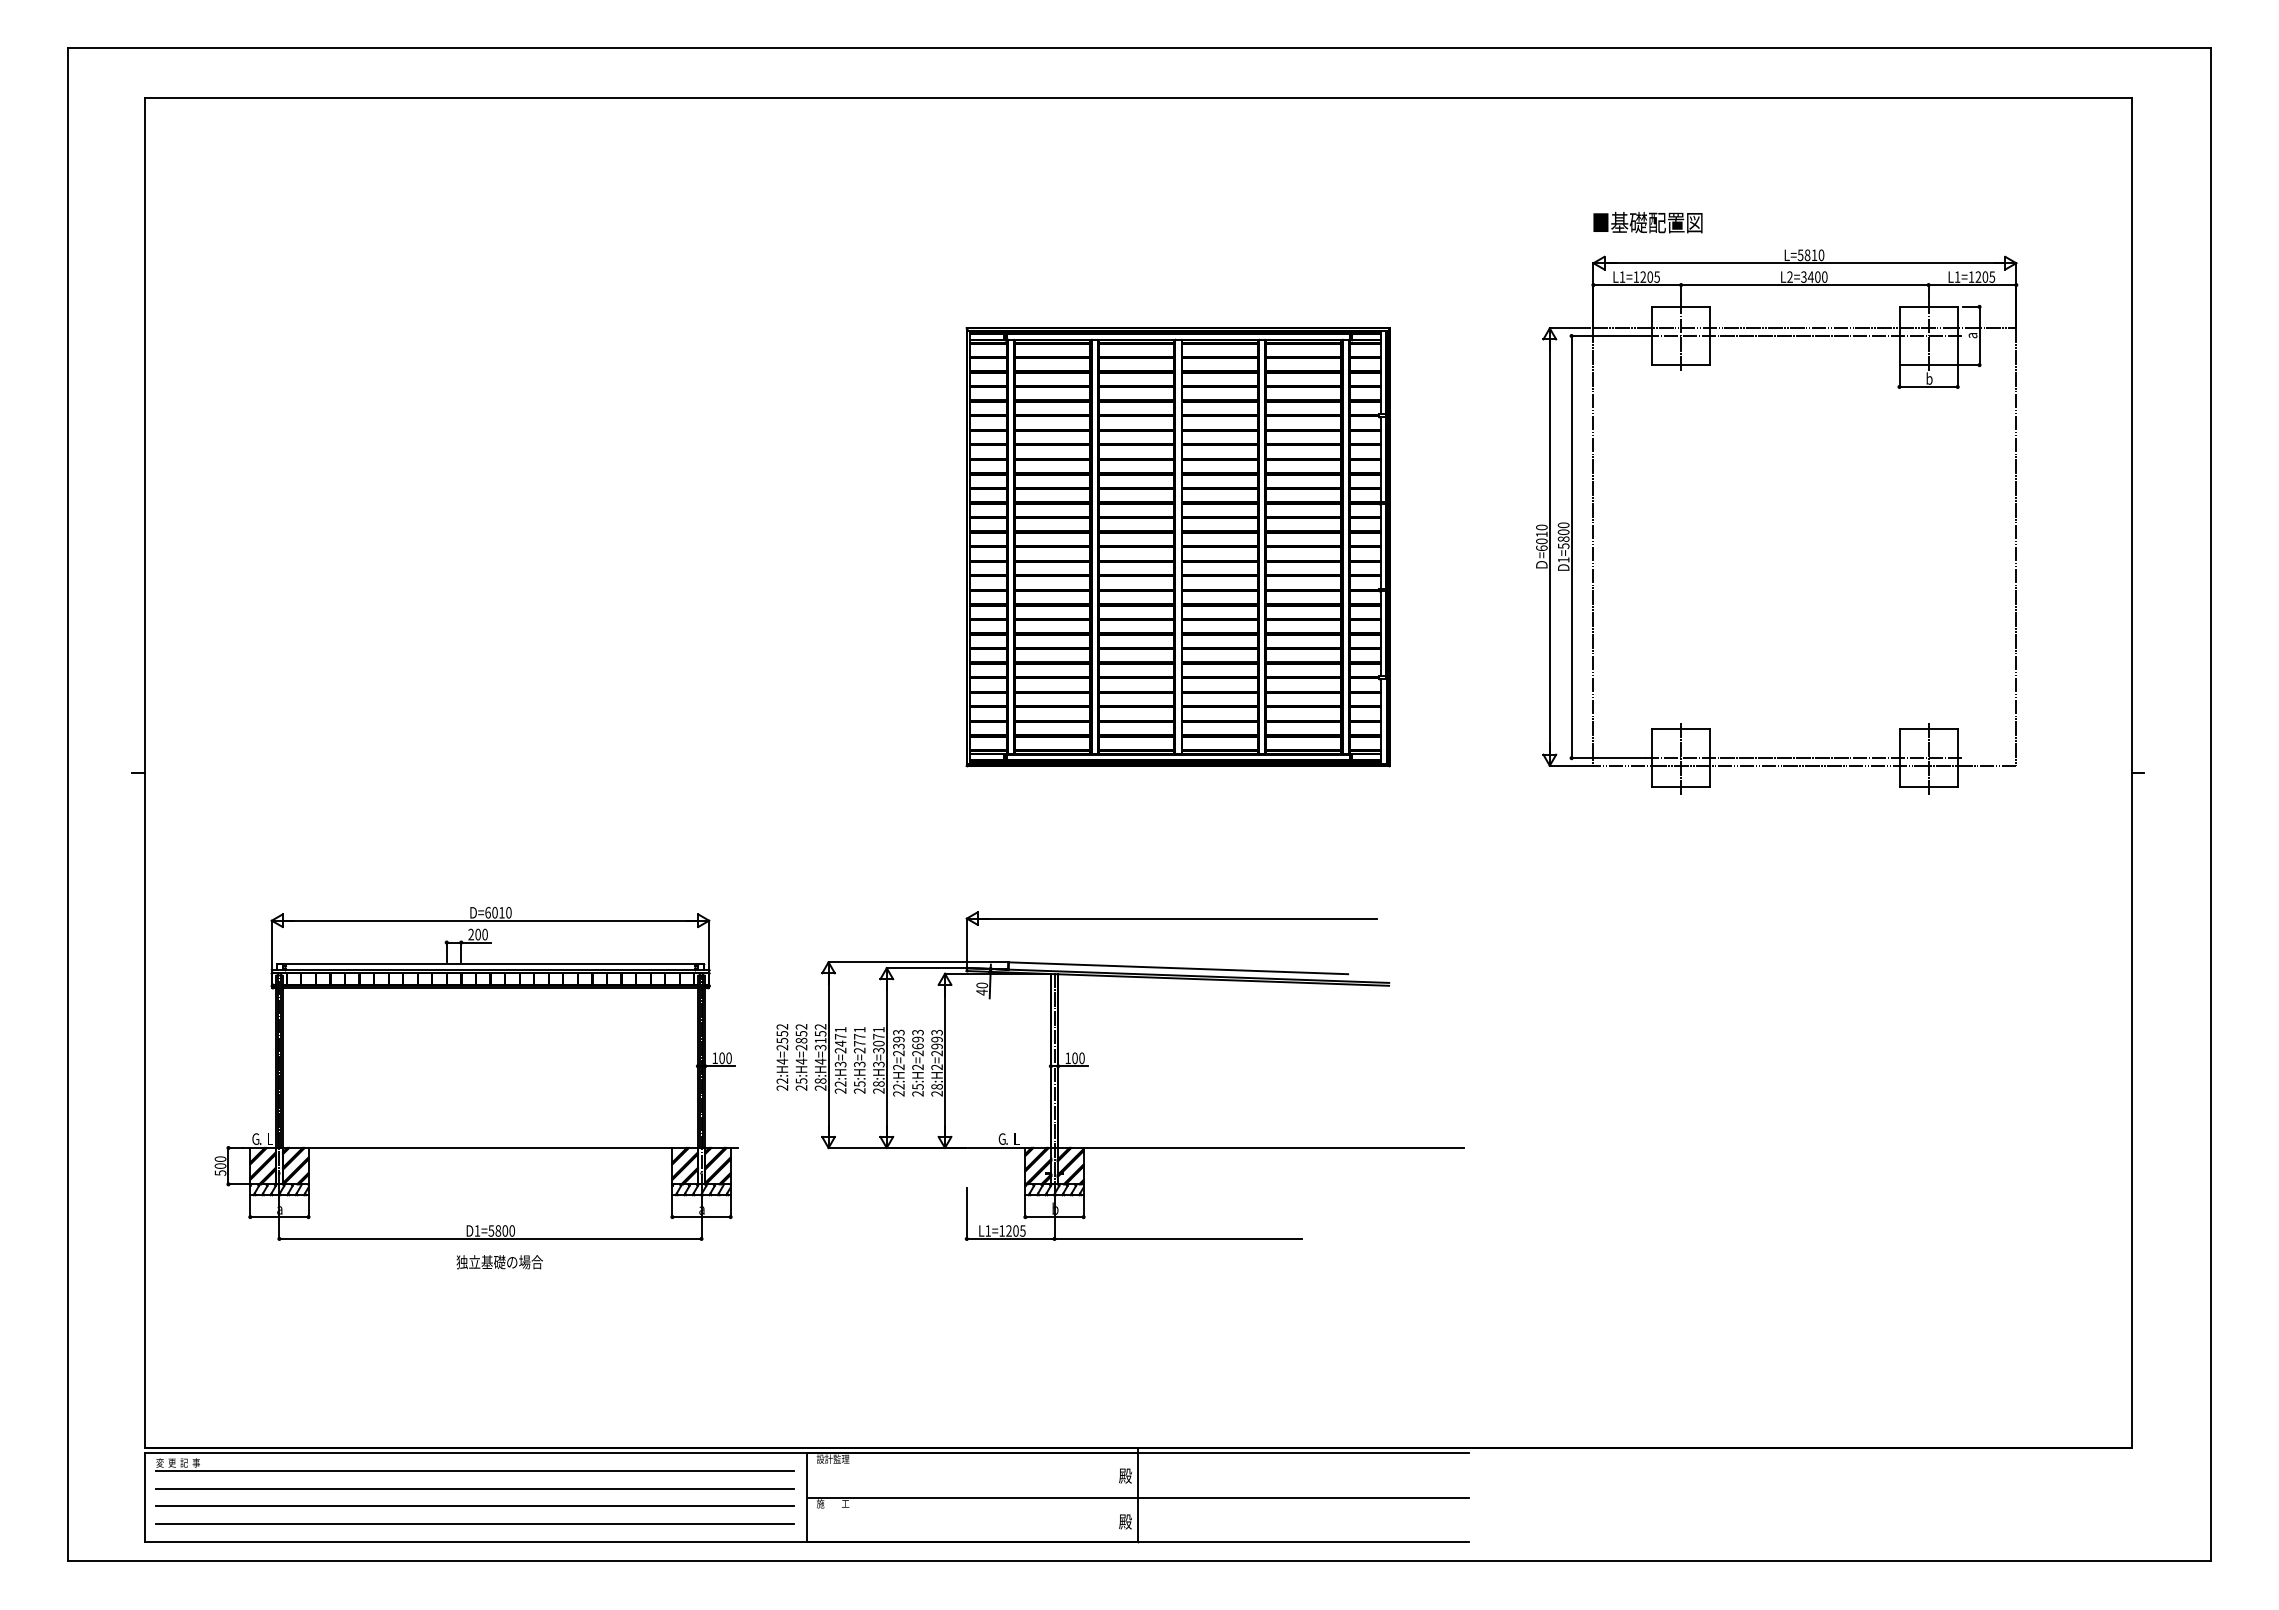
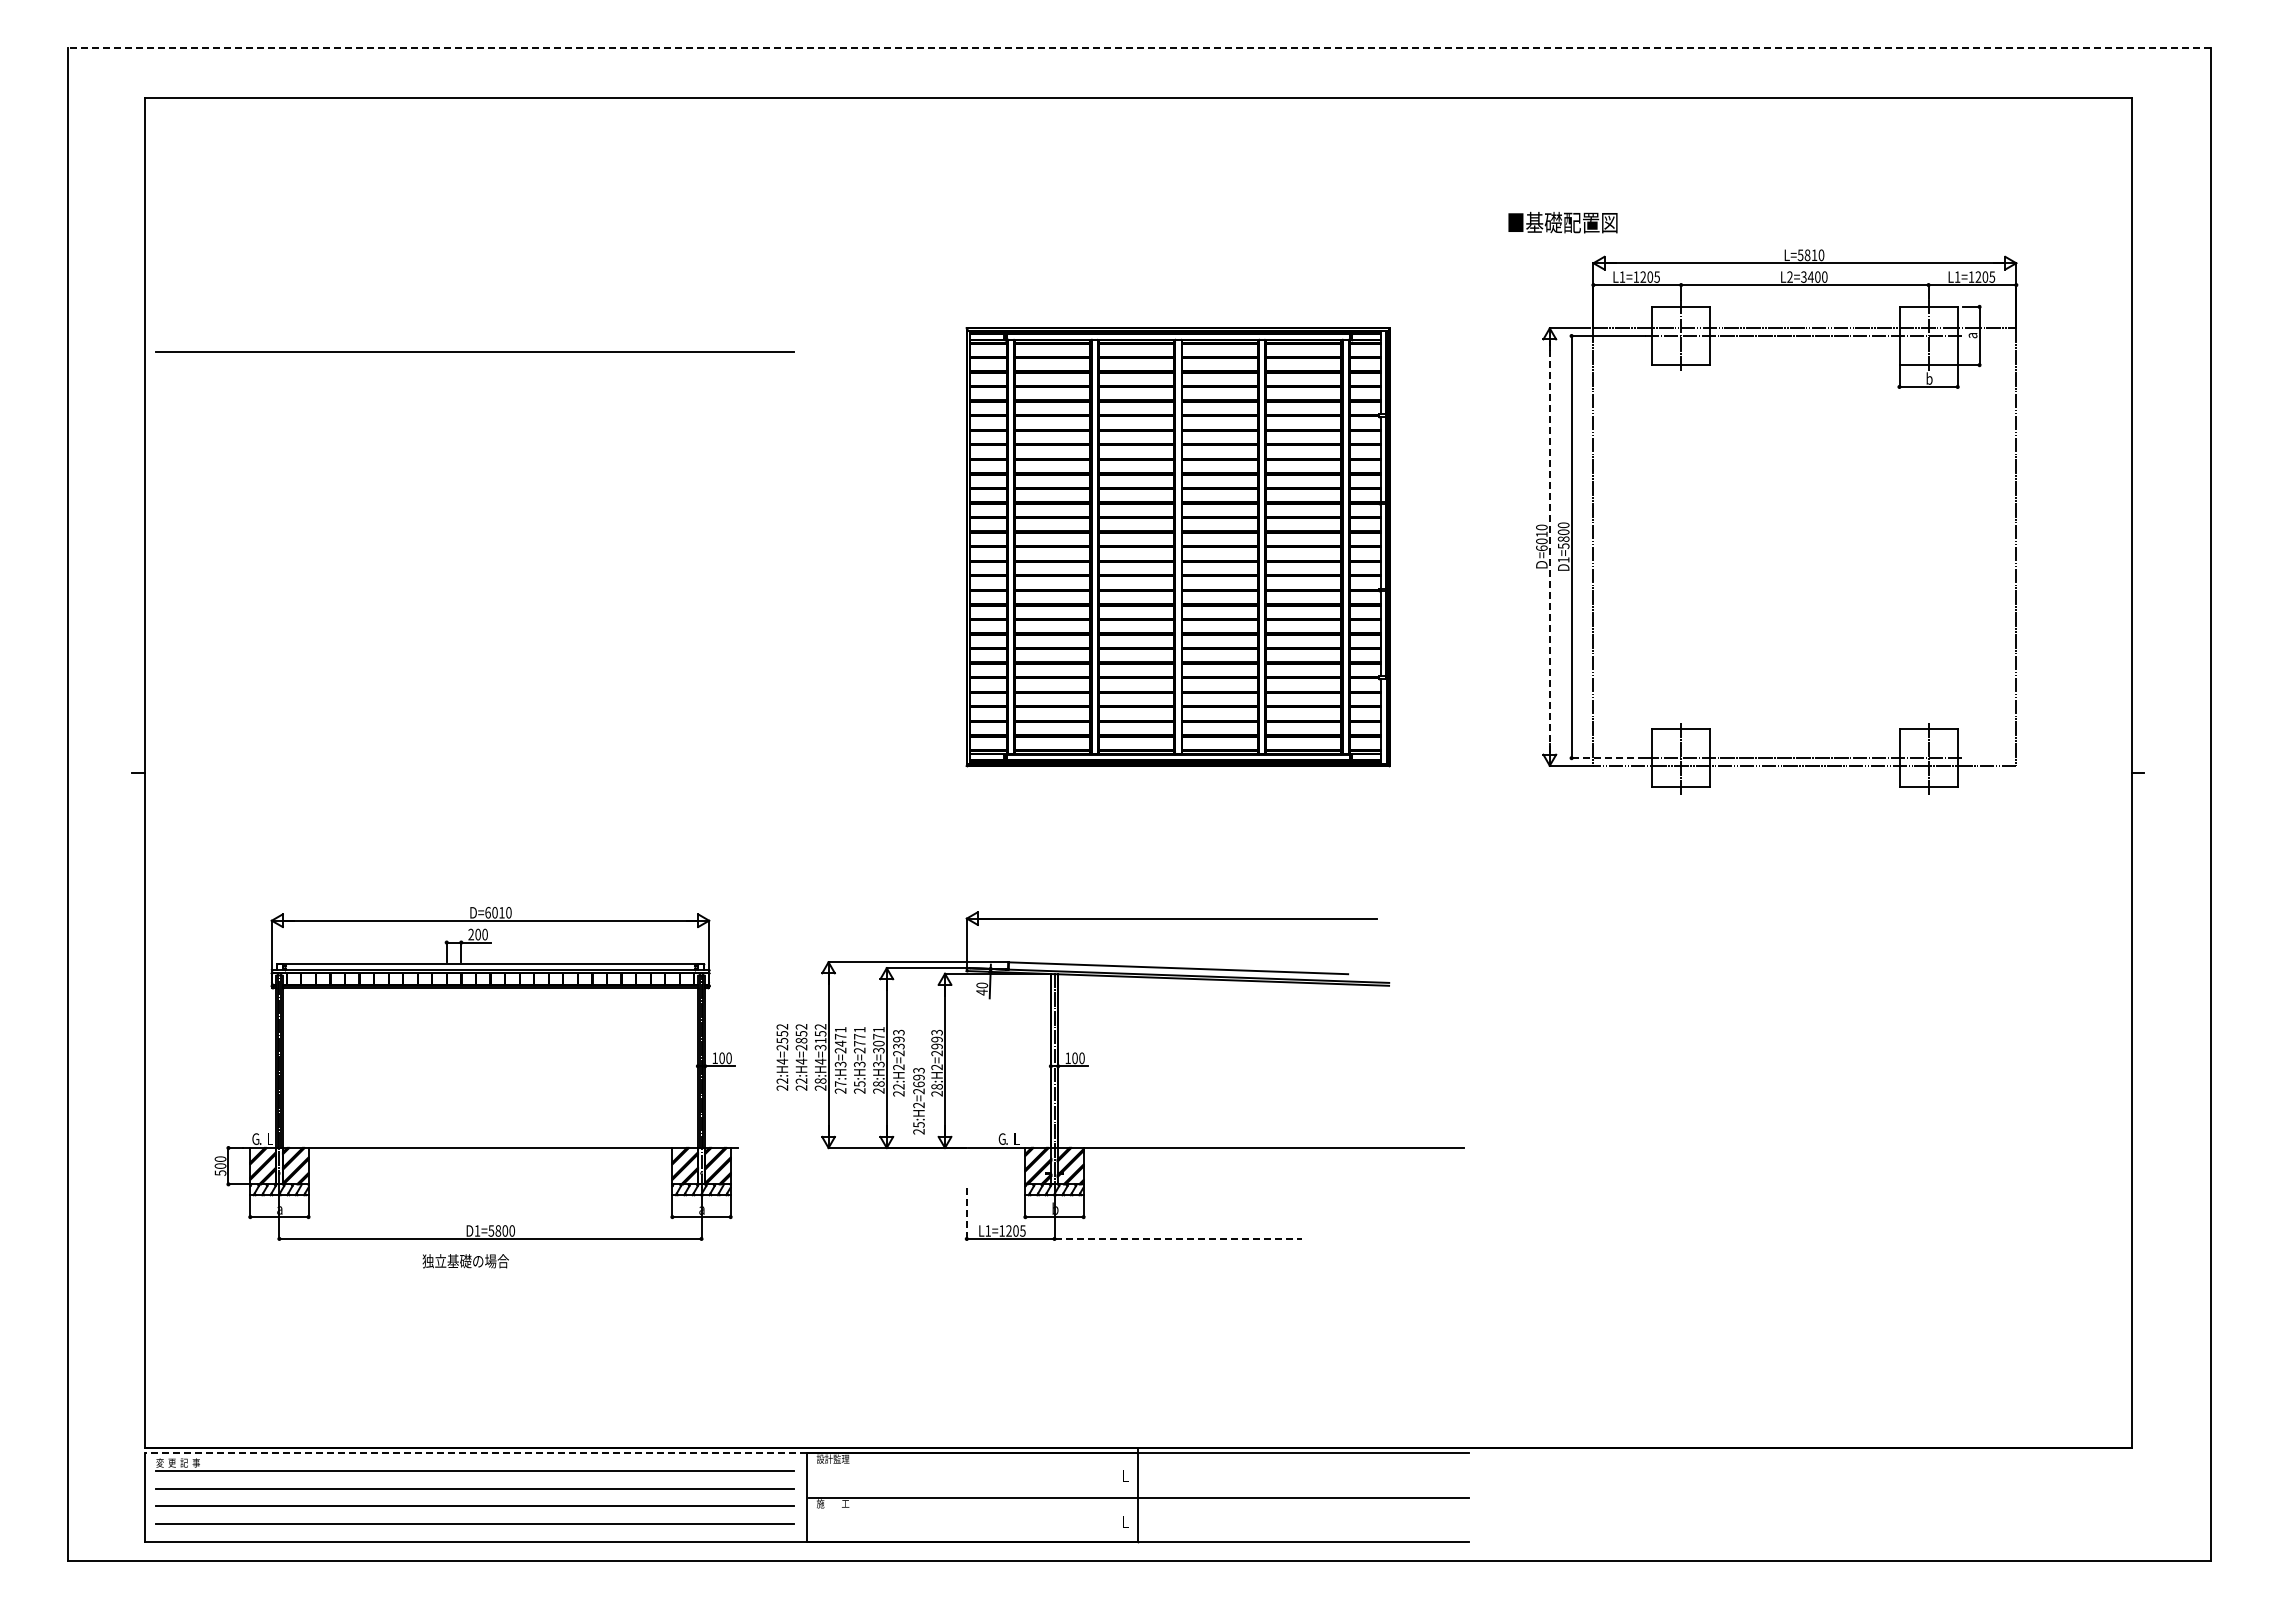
line at (1139, 48): solid -> dashed
text at (1647, 222) position: (1647, 222) -> (1562, 222)
line at (474, 351): none -> present
line at (1549, 547): solid -> dashed
line at (1608, 758): solid -> dashed
text at (917, 1062) position: (917, 1062) -> (918, 1100)
text at (801, 1080): 25:H4=2852 -> 22:H4=2852
text at (840, 1083): 22:H3=2471 -> 27:H3=2471
line at (966, 1214): solid -> dashed
line at (1178, 1238): solid -> dashed
text at (499, 1262) position: (499, 1262) -> (465, 1261)
line at (475, 1452): solid -> dashed
text at (1125, 1475): 殿 -> L
text at (1125, 1521): 殿 -> L
